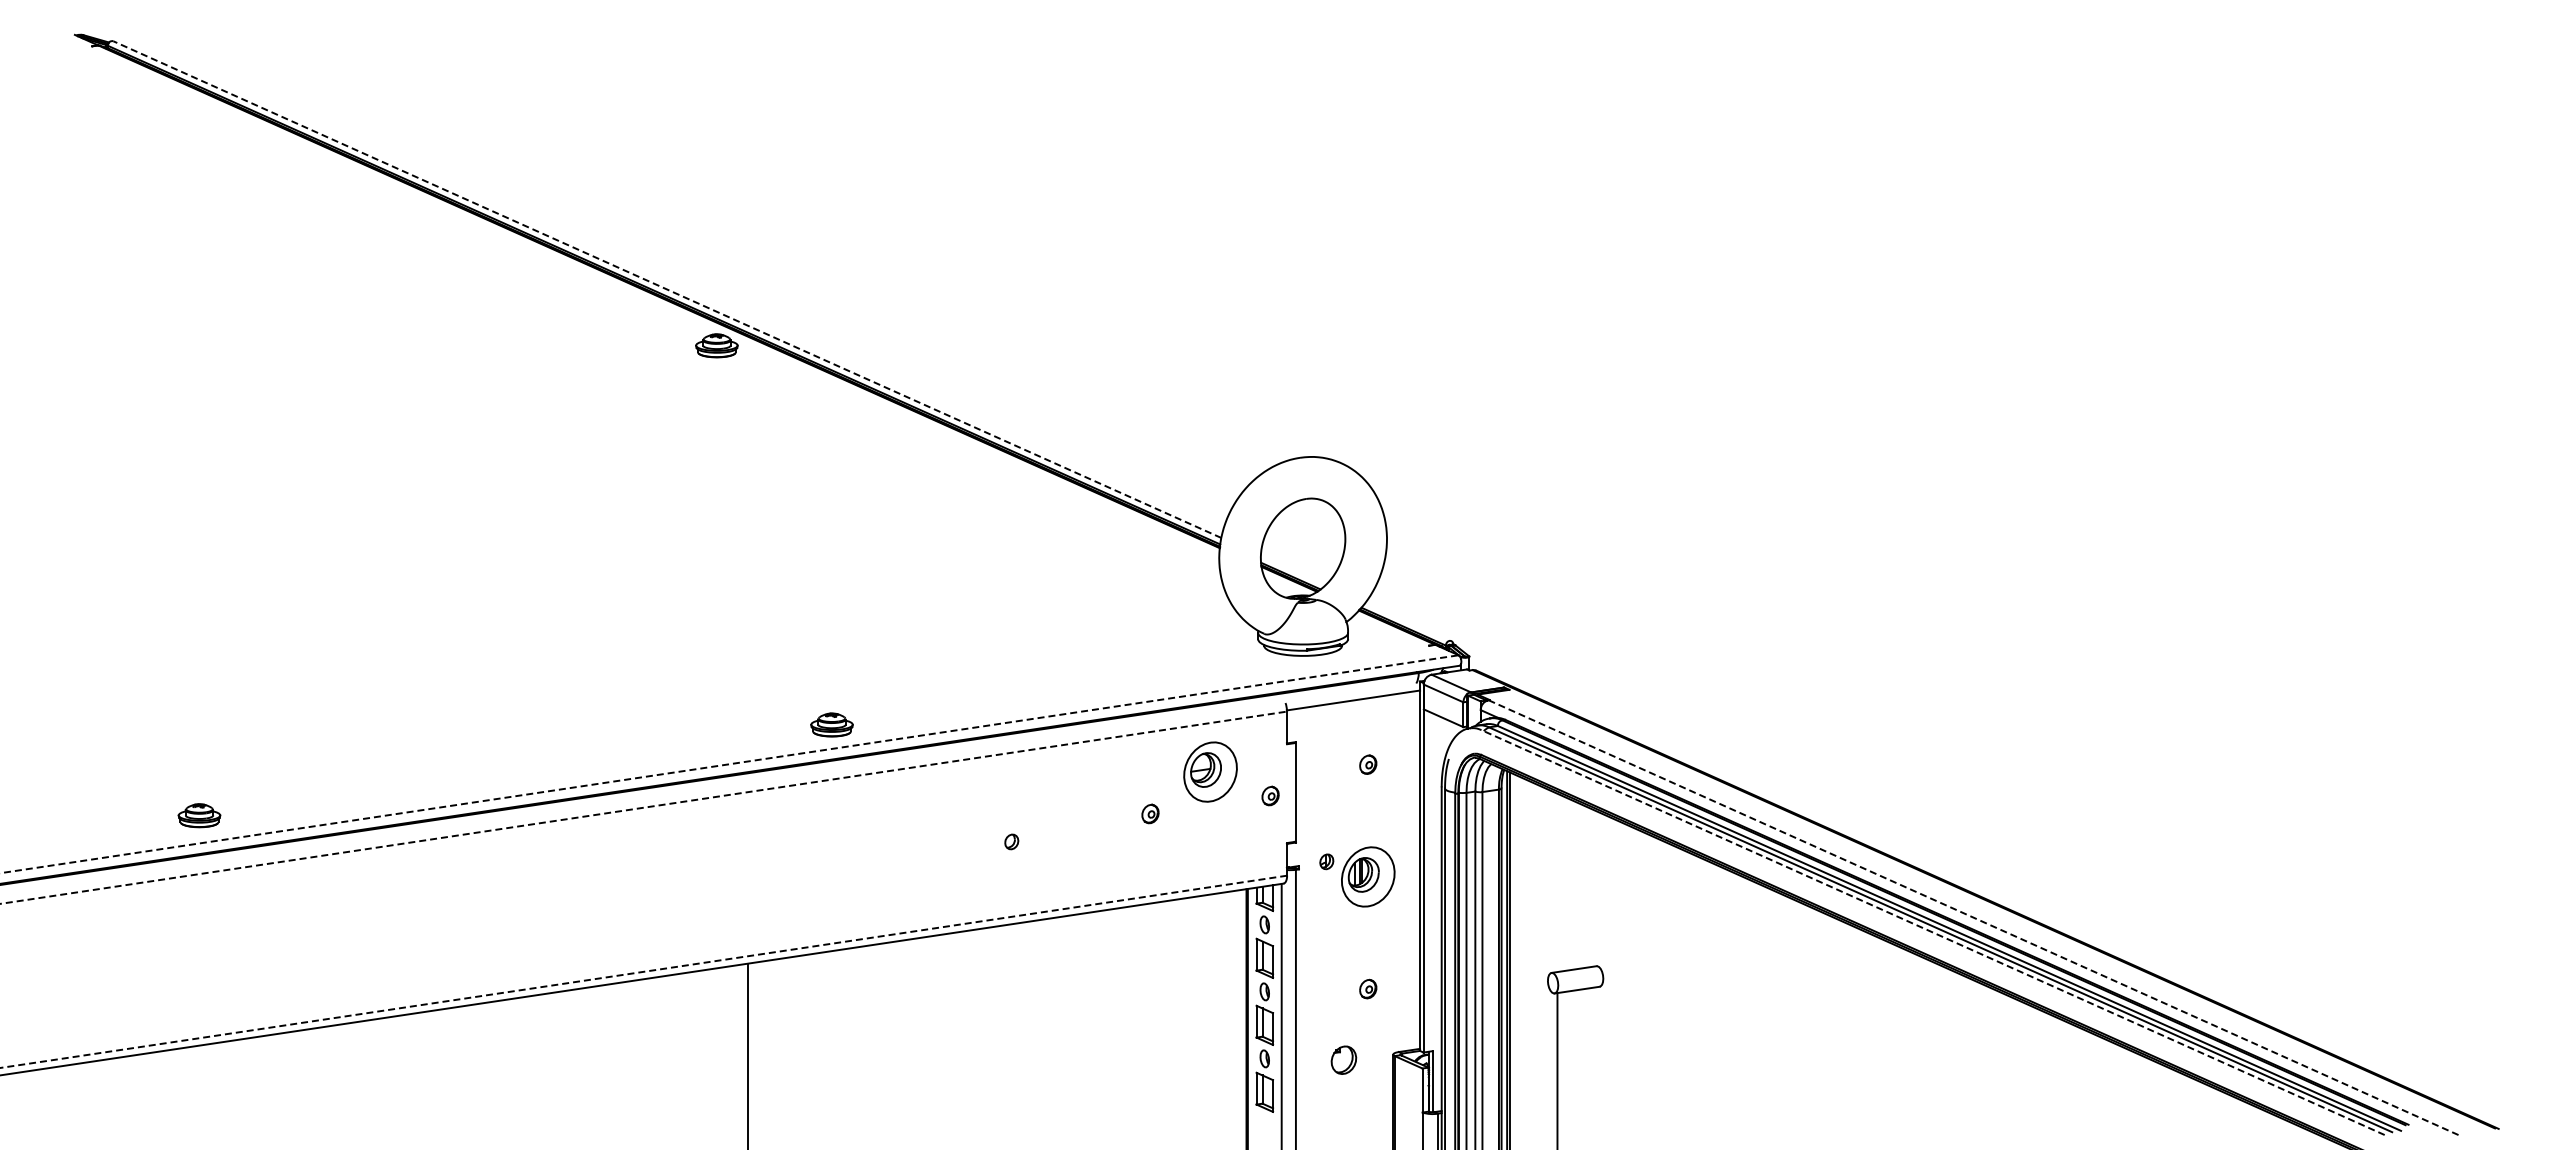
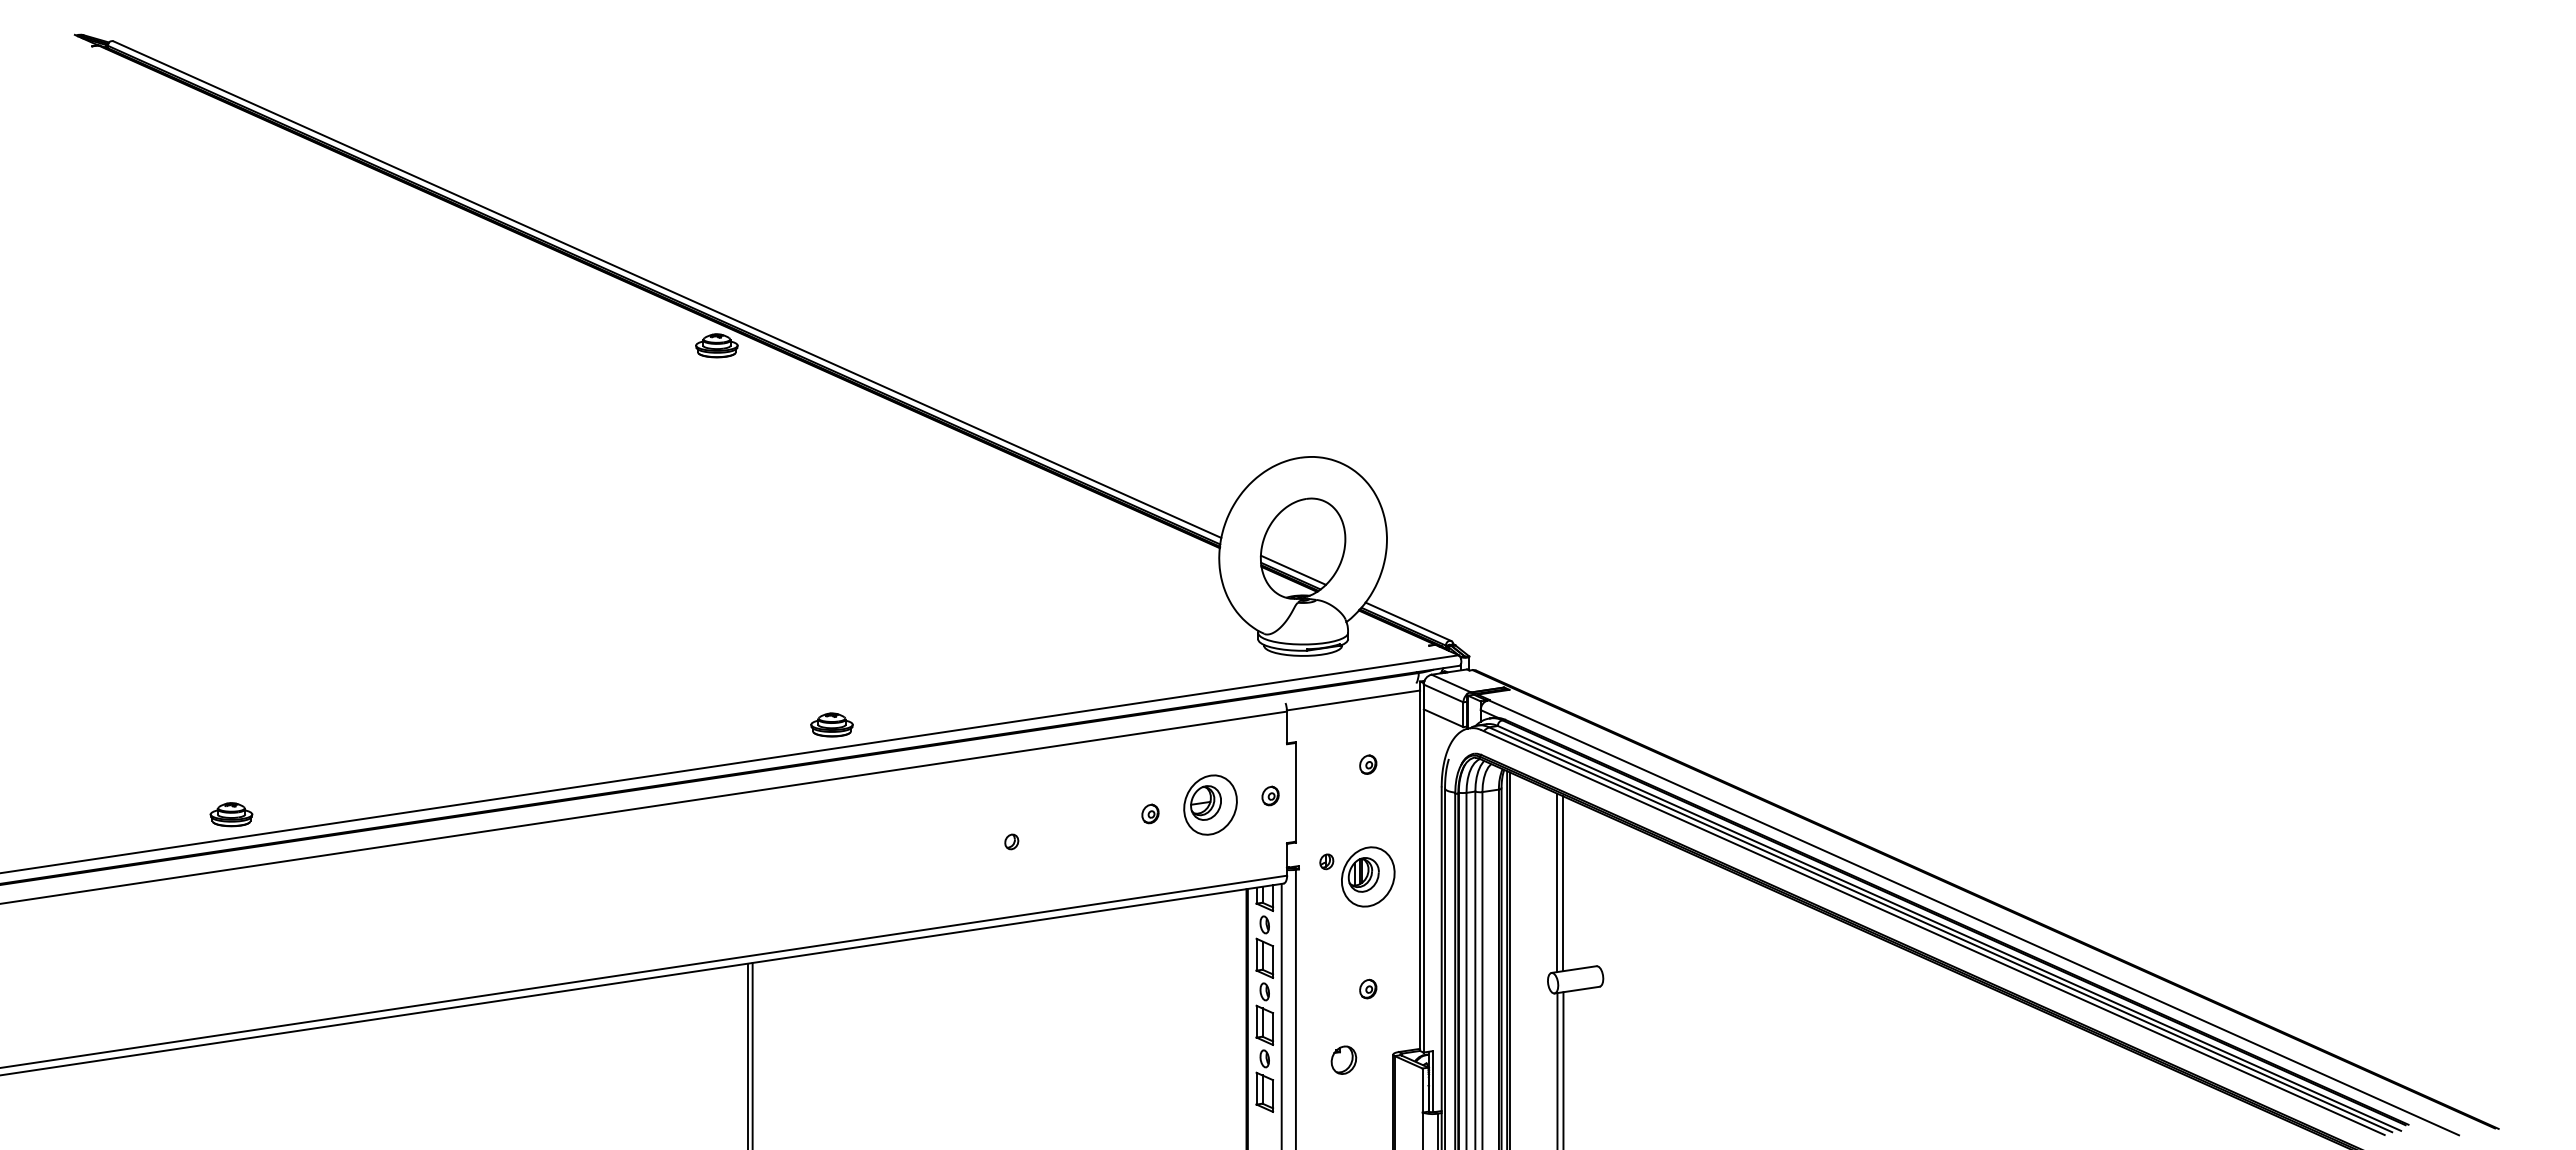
line at (666, 289): dashed -> solid
line at (1293, 569): none -> present
line at (1408, 621): none -> present
line at (729, 764): dashed -> solid
part at (1210, 771) position: (1210, 771) -> (1210, 804)
line at (644, 807): dashed -> solid
part at (199, 815) position: (199, 815) -> (231, 814)
line at (1557, 882): none -> present
line at (1563, 883): none -> present
line at (1973, 917): dashed -> solid
line at (1933, 932): dashed -> solid
line at (643, 971): dashed -> solid
line at (752, 1054): none -> present
line at (1563, 1069): none -> present
